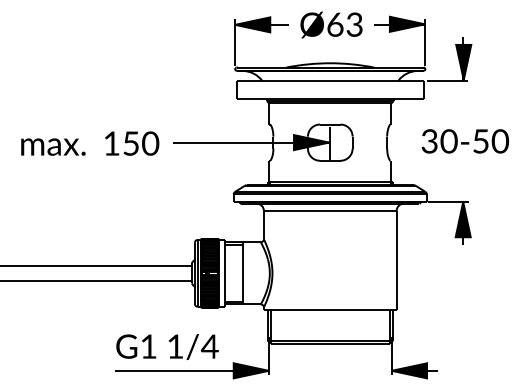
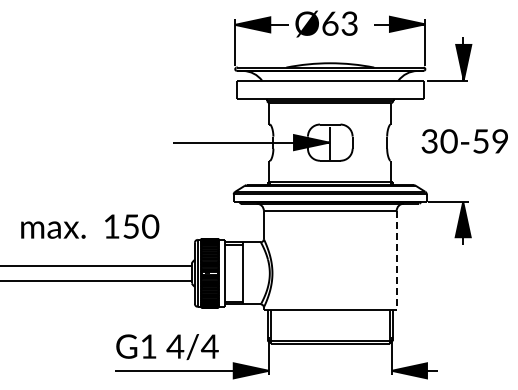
text at (331, 24) position: (331, 24) -> (326, 23)
text at (500, 141): 30-50 -> 30-59
text at (90, 143) position: (90, 143) -> (90, 226)
line at (396, 260): solid -> dashed
text at (175, 346): 1/4 -> 4/4
